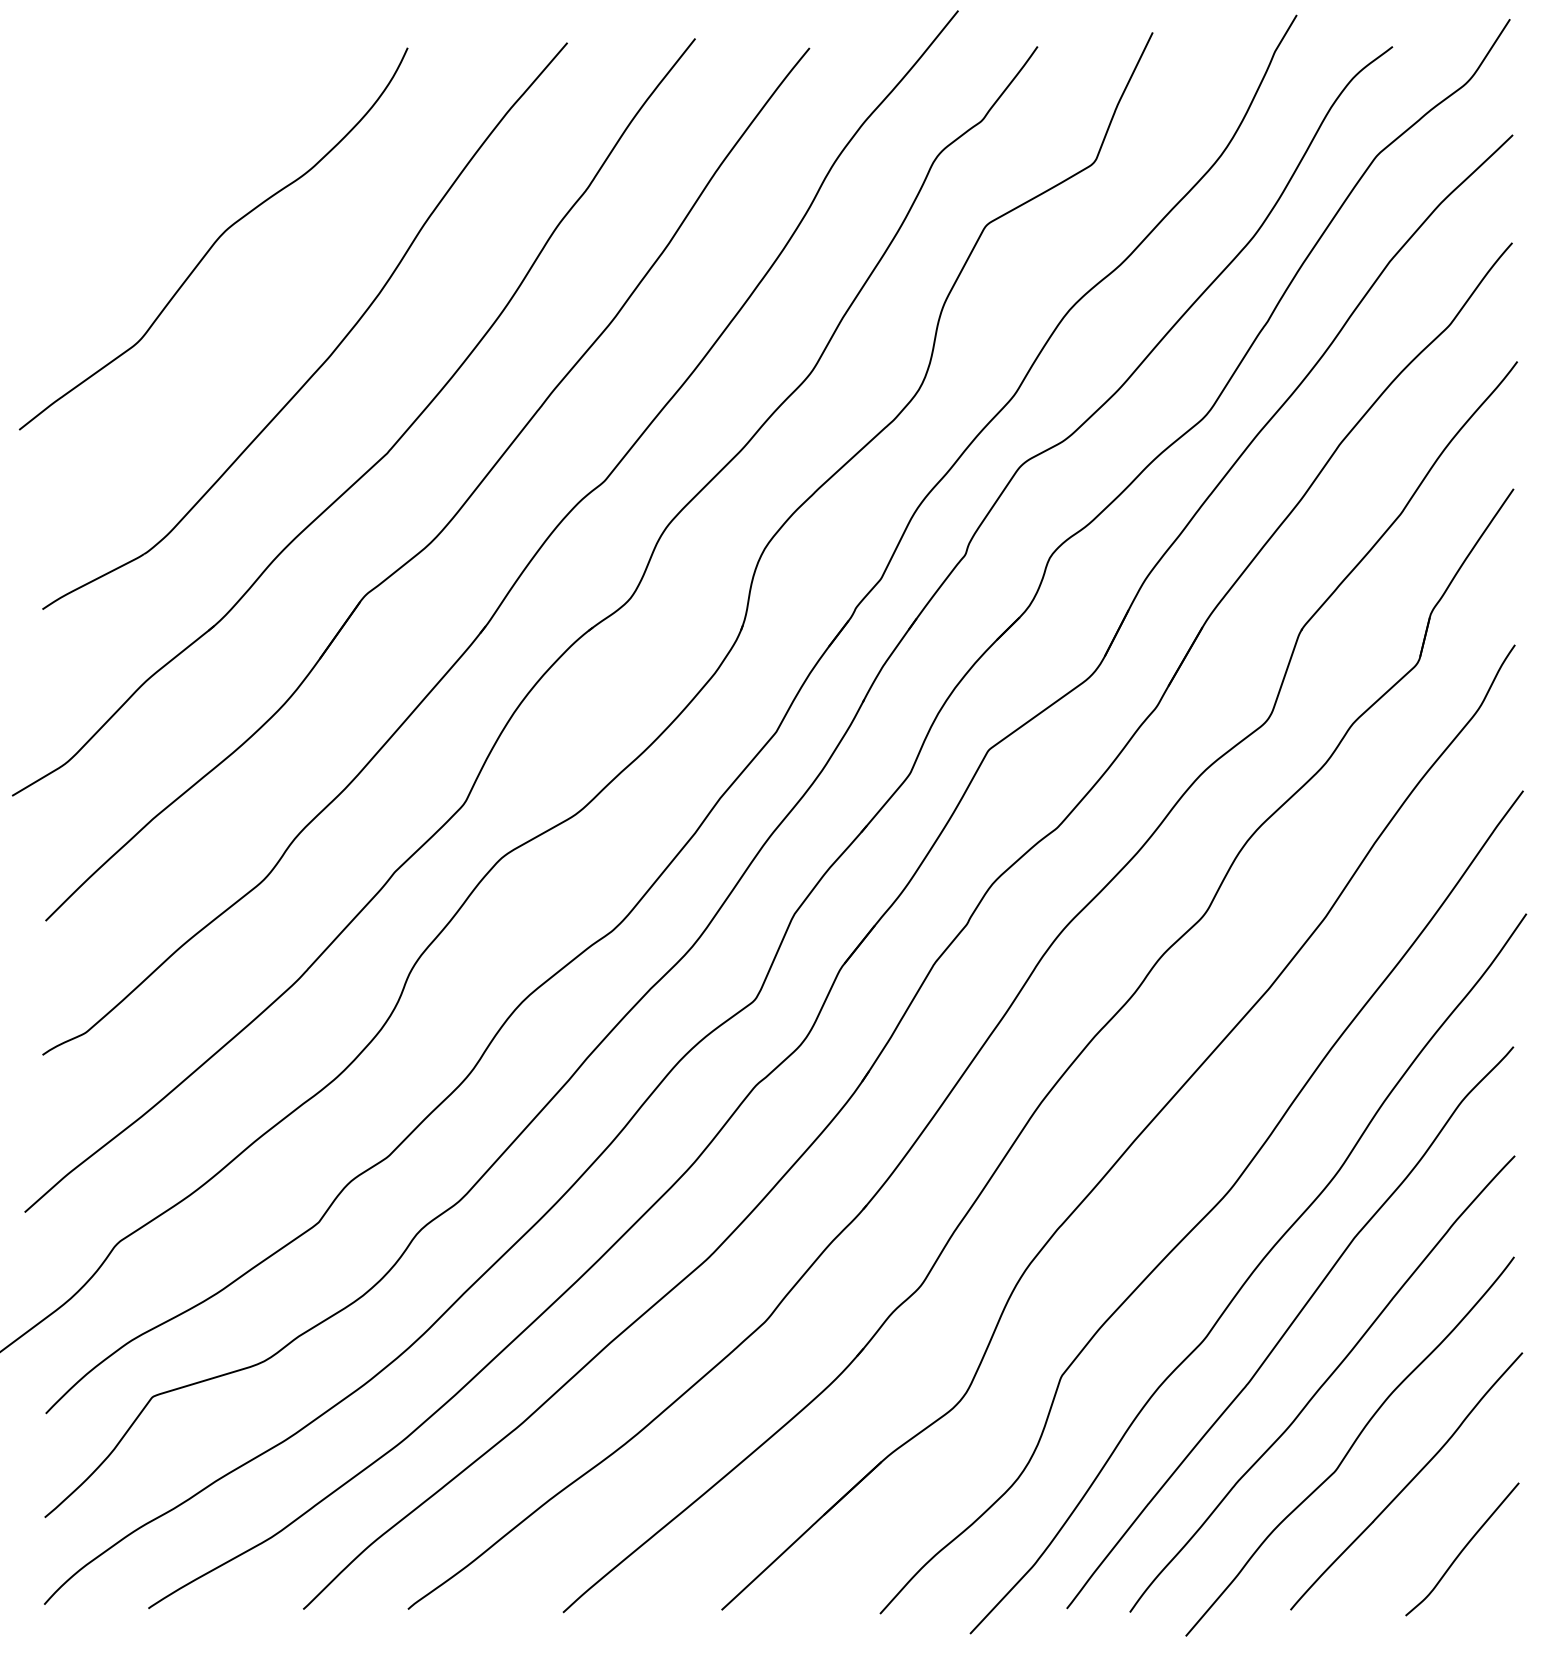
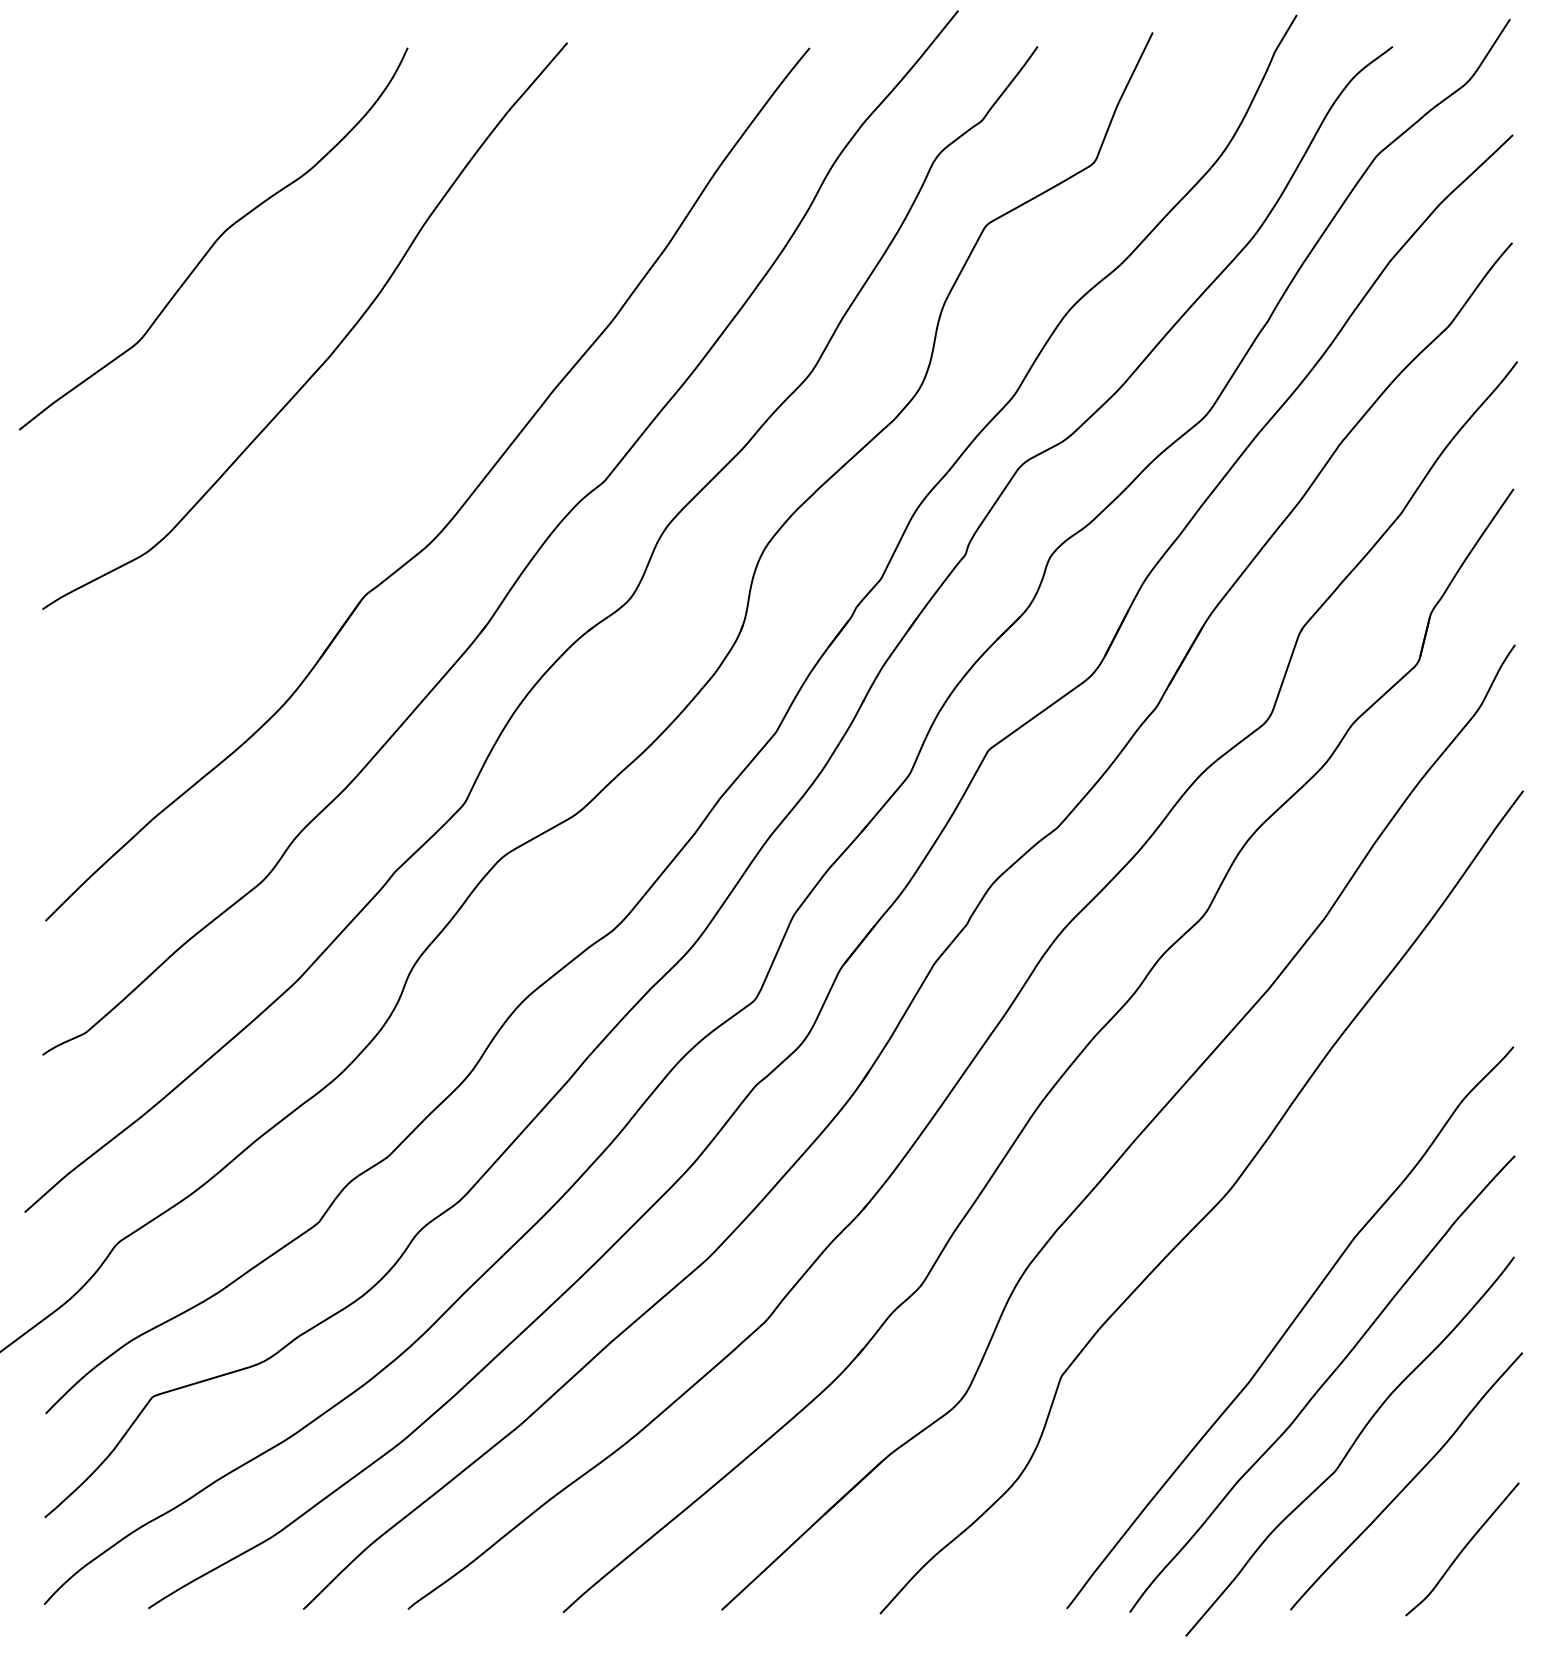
part at (391, 446): present -> none
curve at (1250, 1273): present -> none
